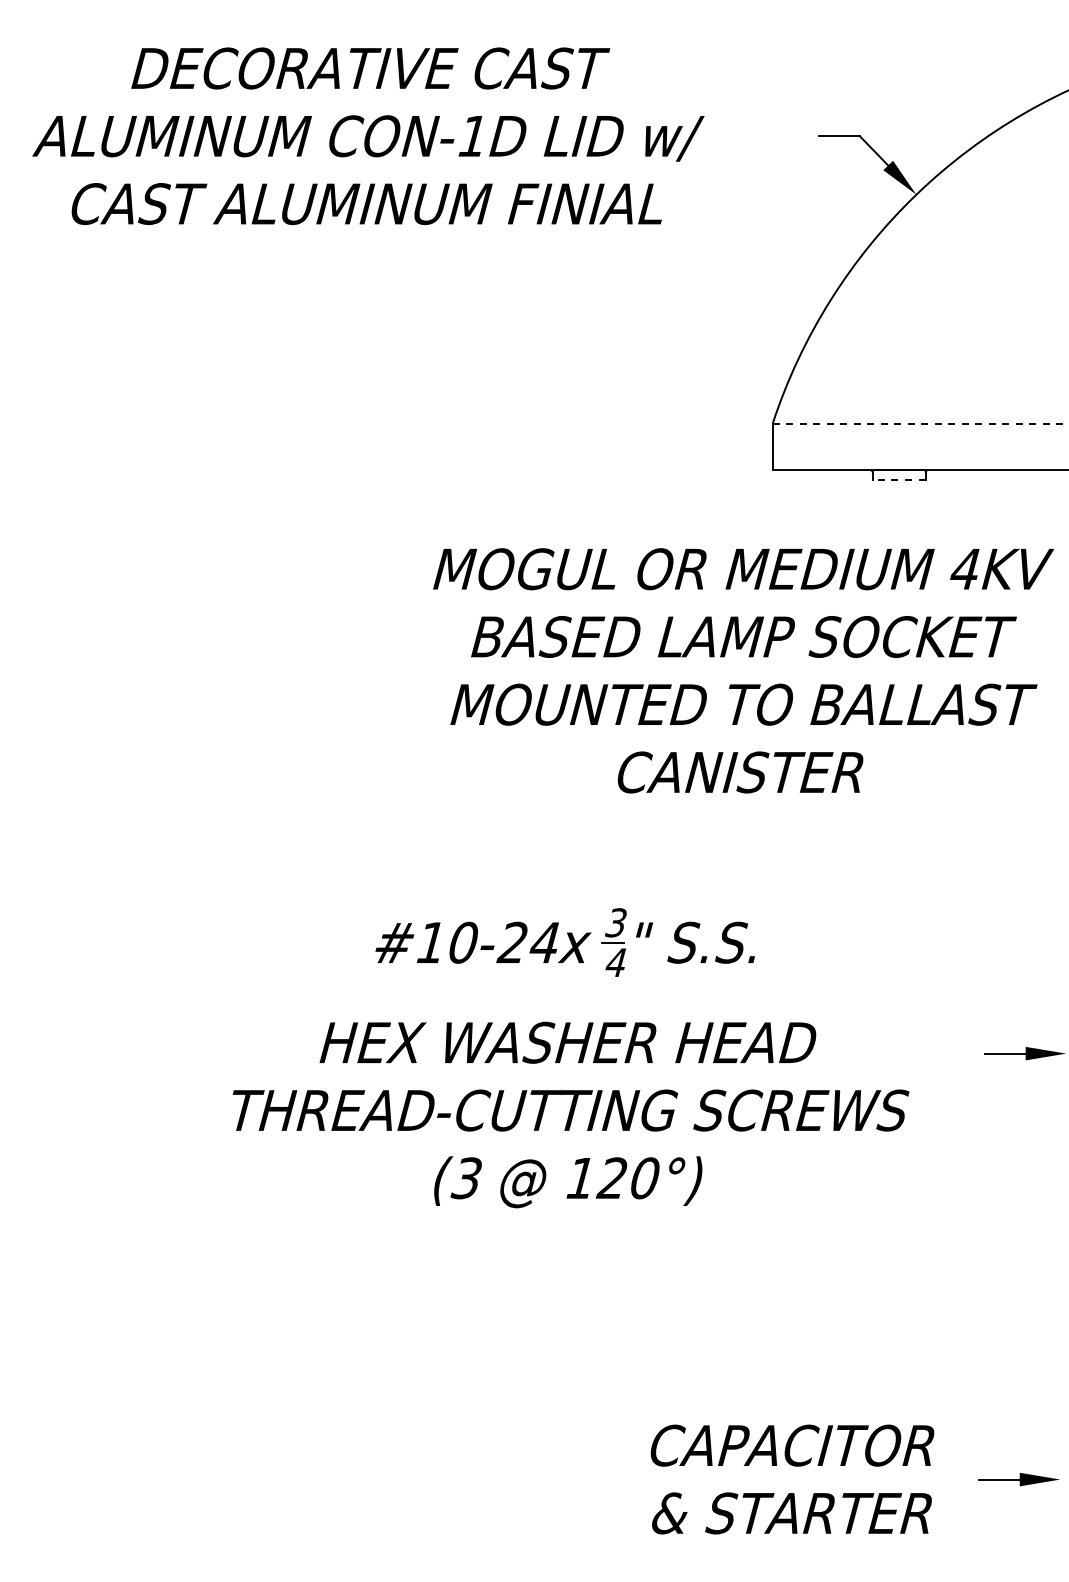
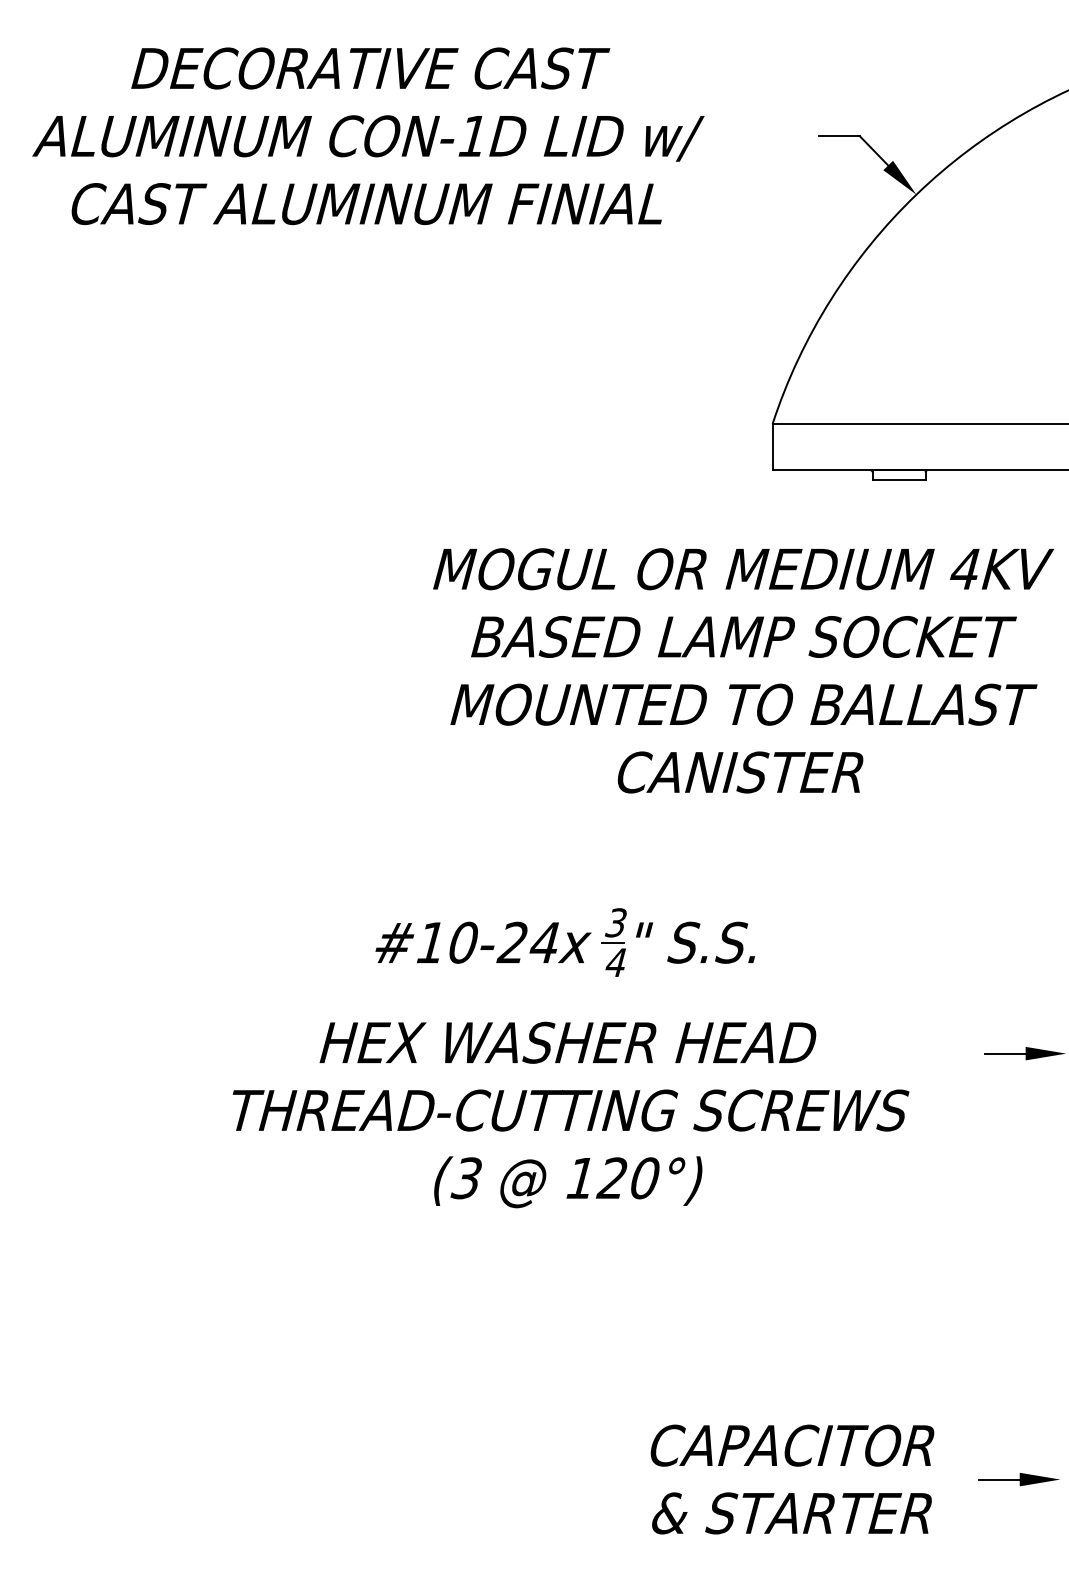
line at (920, 423): dashed -> solid
line at (898, 480): dashed -> solid
